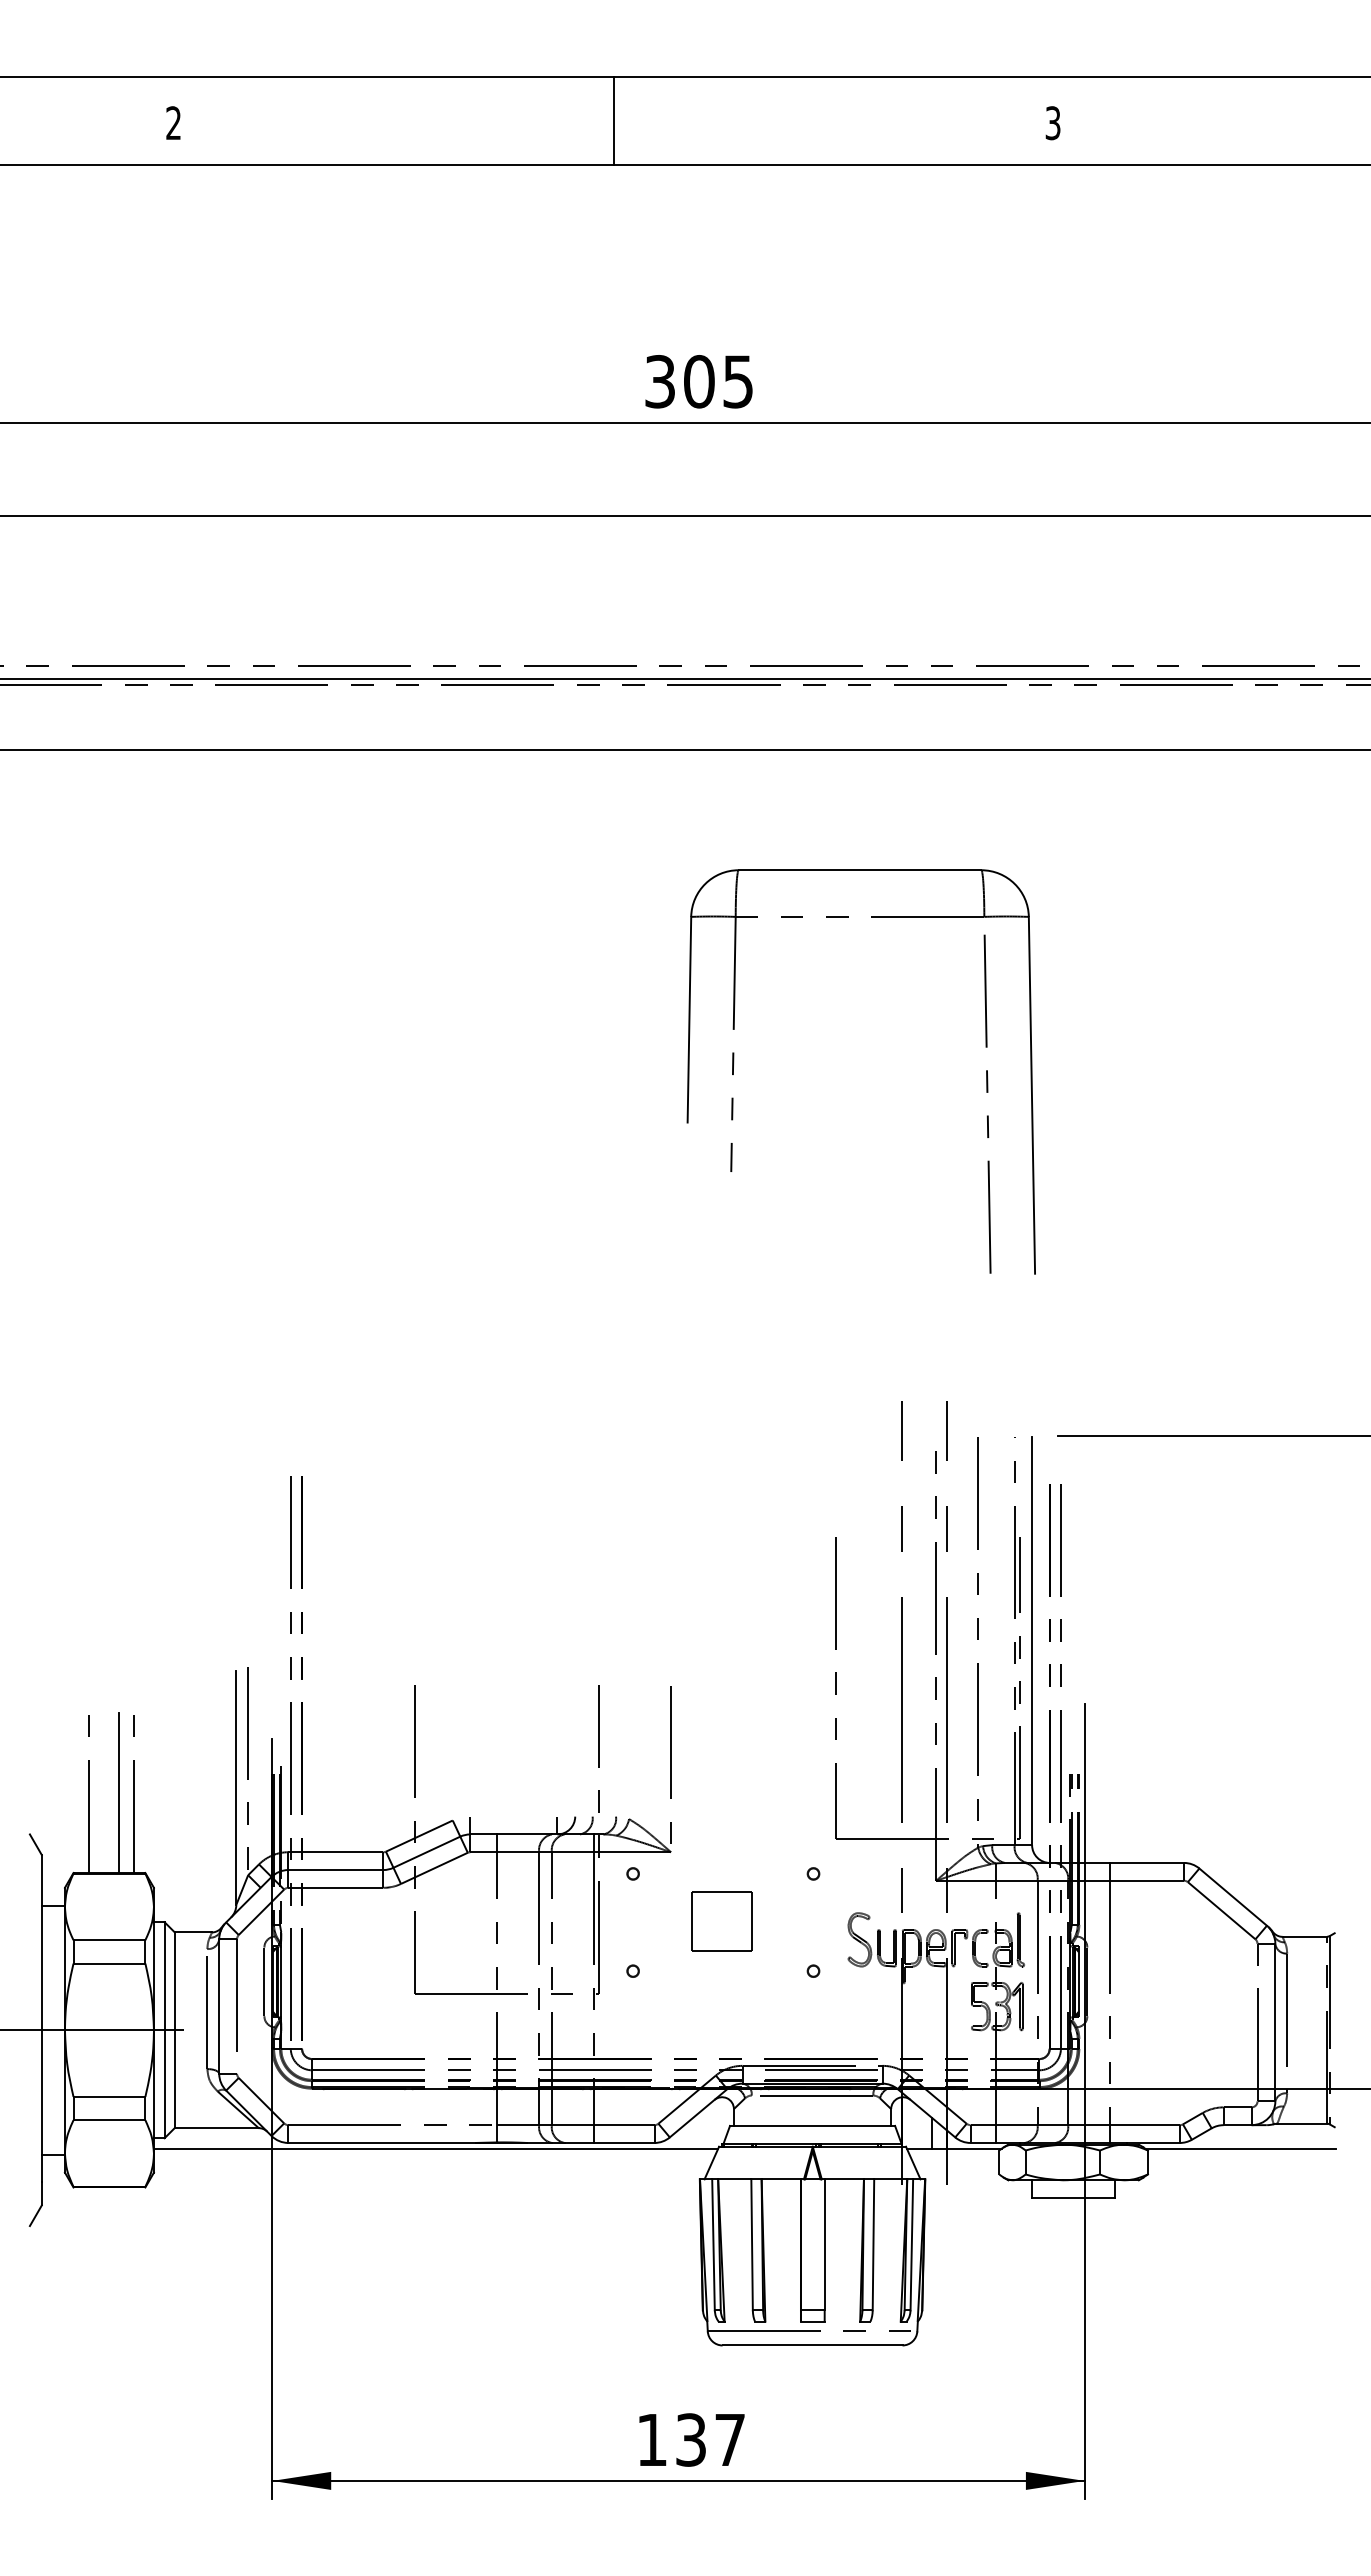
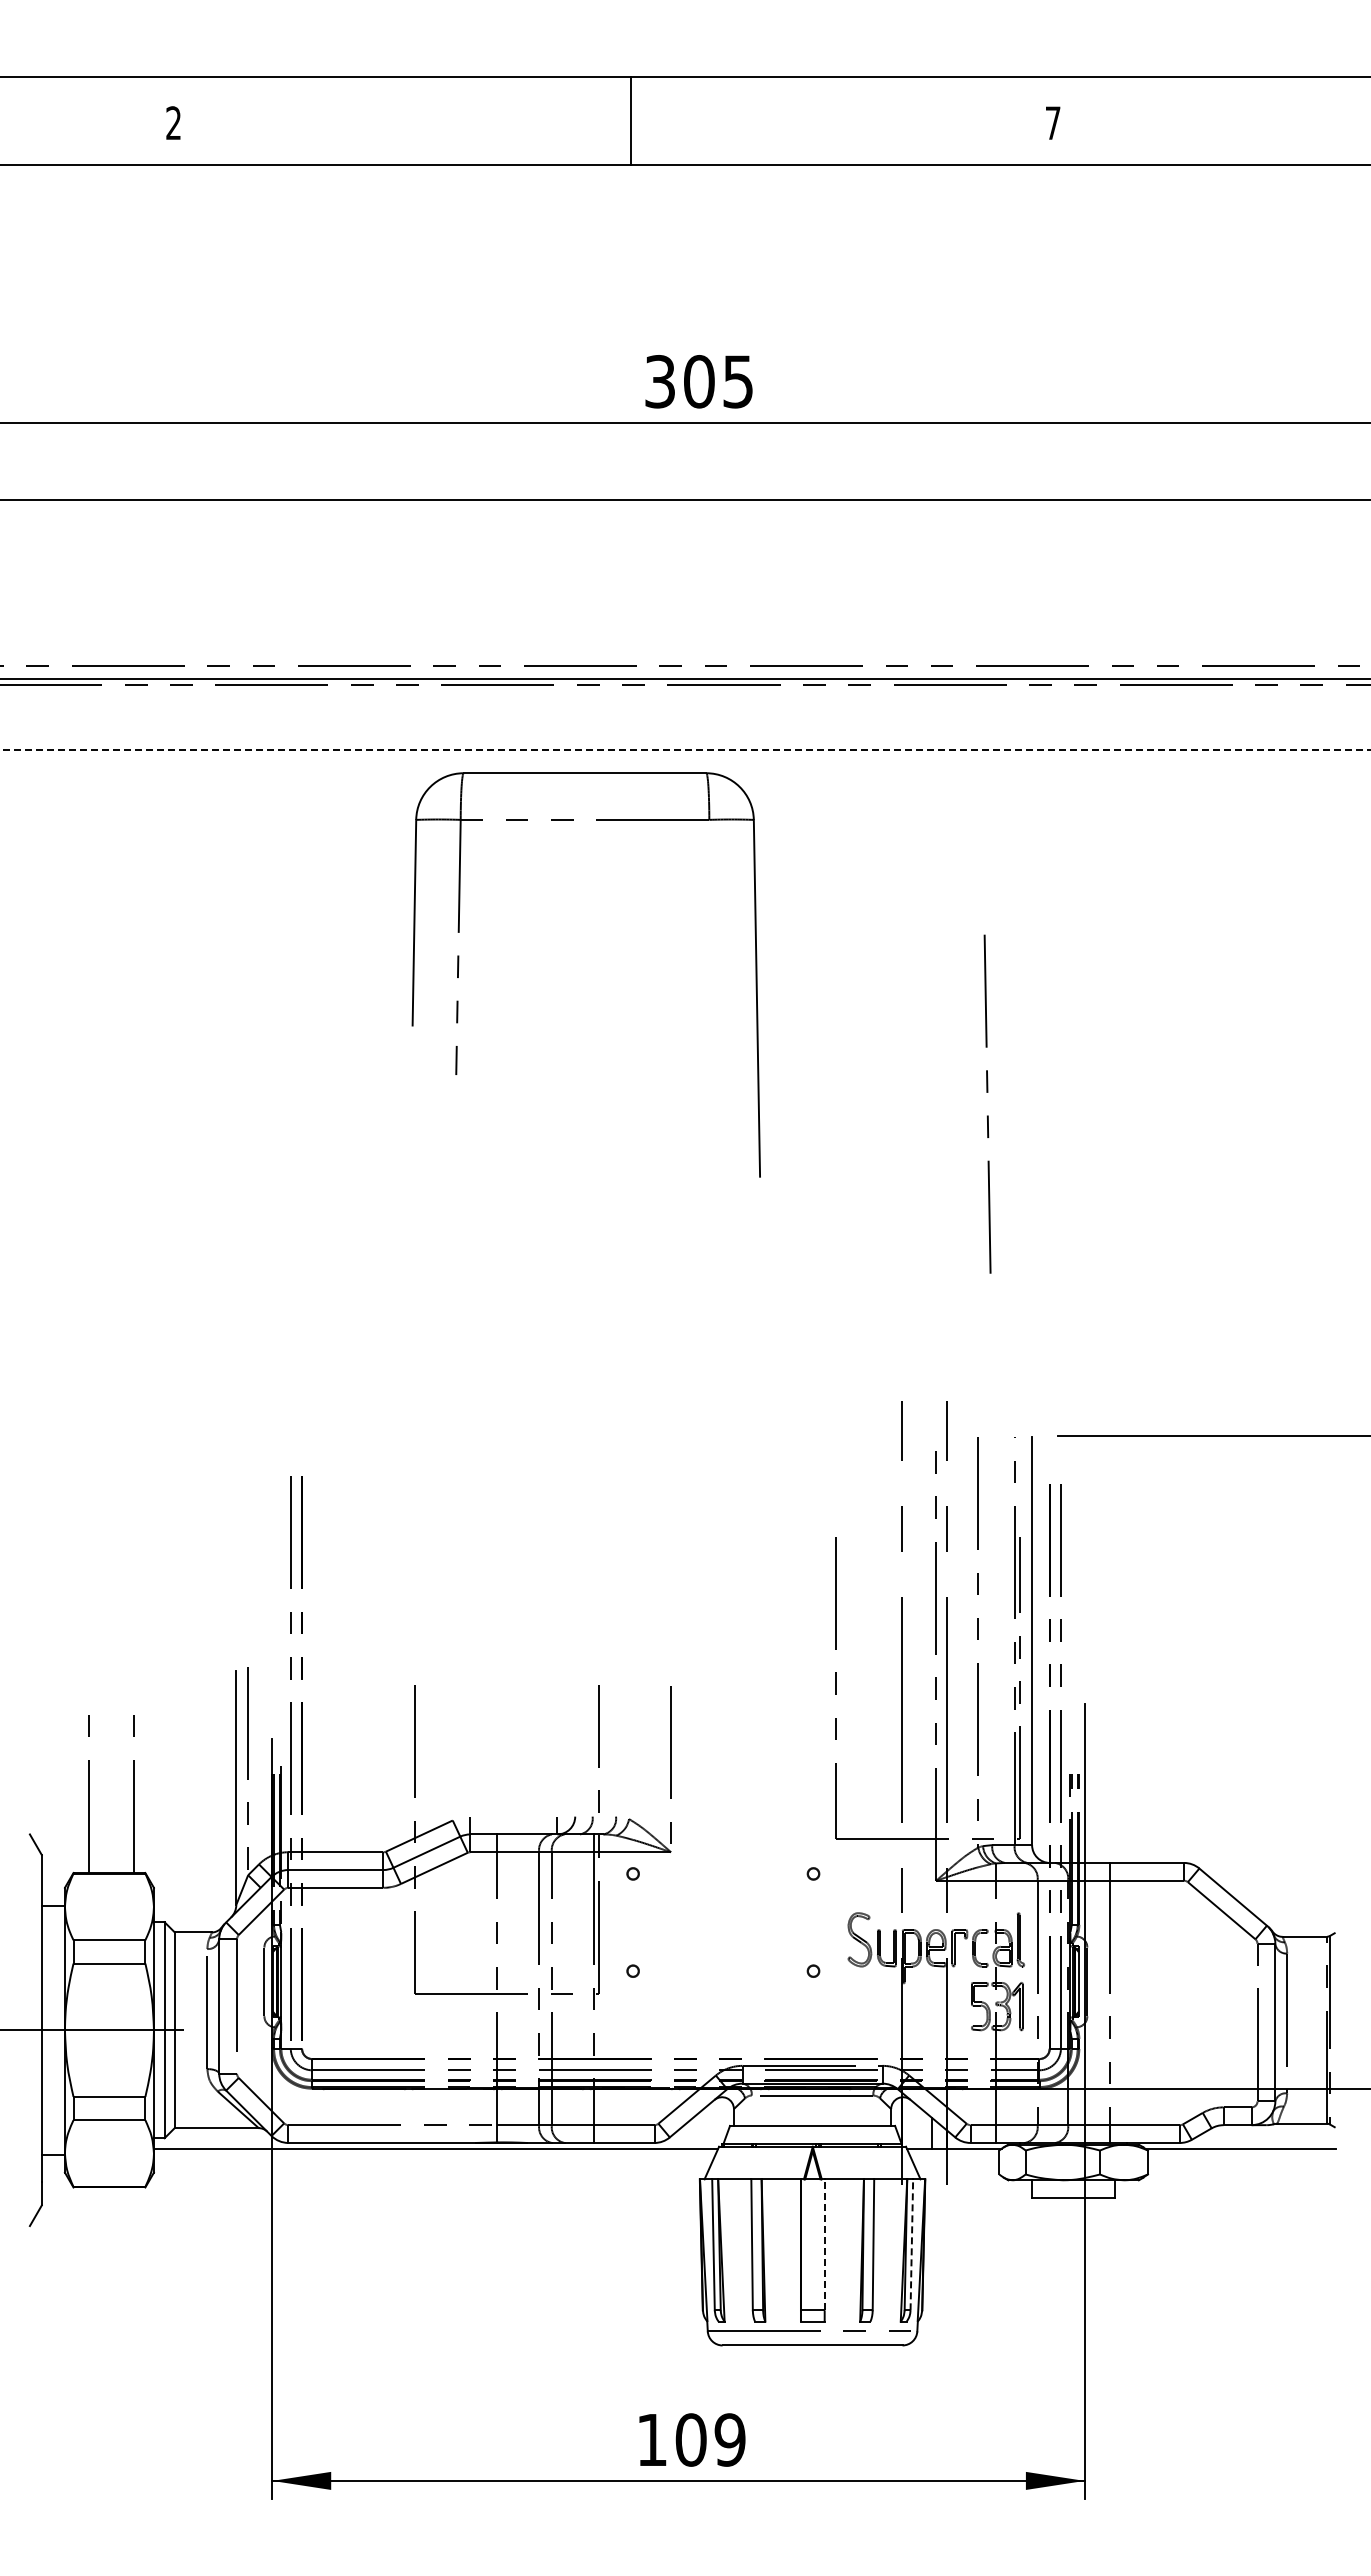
line at (613, 121) position: (613, 121) -> (630, 121)
text at (1052, 123): 3 -> 7
line at (684, 516) position: (684, 516) -> (684, 500)
line at (685, 749): solid -> dashed
part at (734, 1062) position: (734, 1062) -> (459, 965)
line at (118, 1792): present -> none
part at (721, 1921): present -> none
line at (824, 2244): solid -> dashed
line at (911, 2244): solid -> dashed
text at (710, 2439): 137 -> 109
